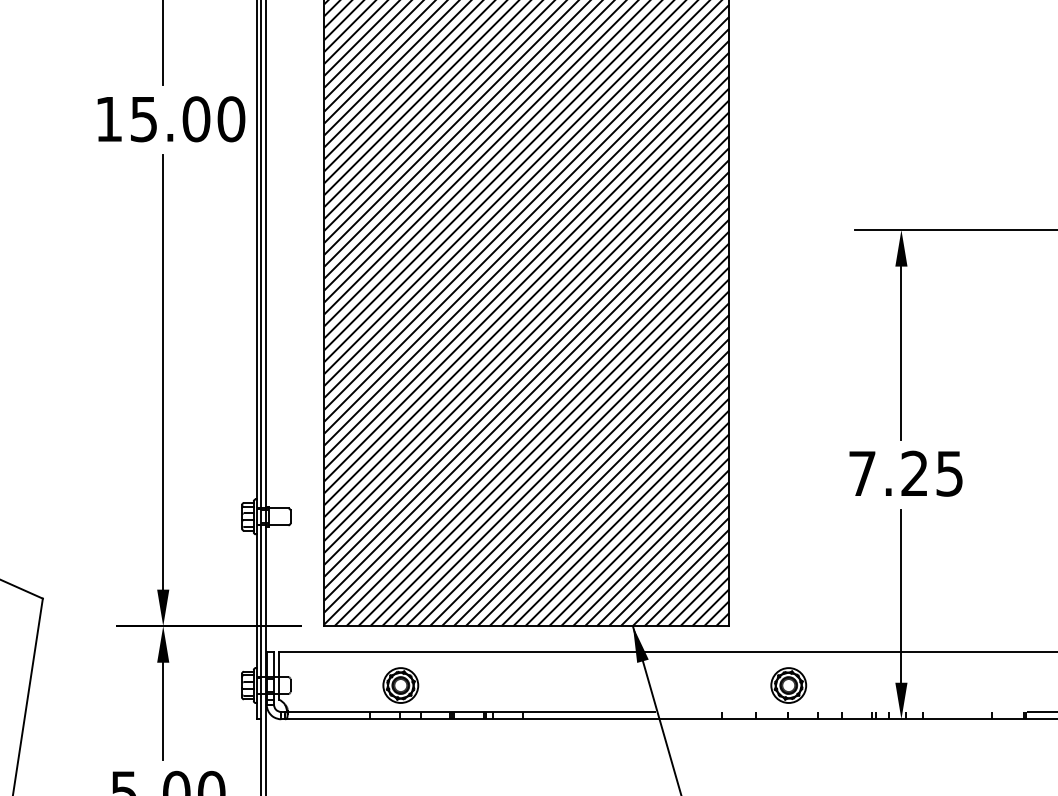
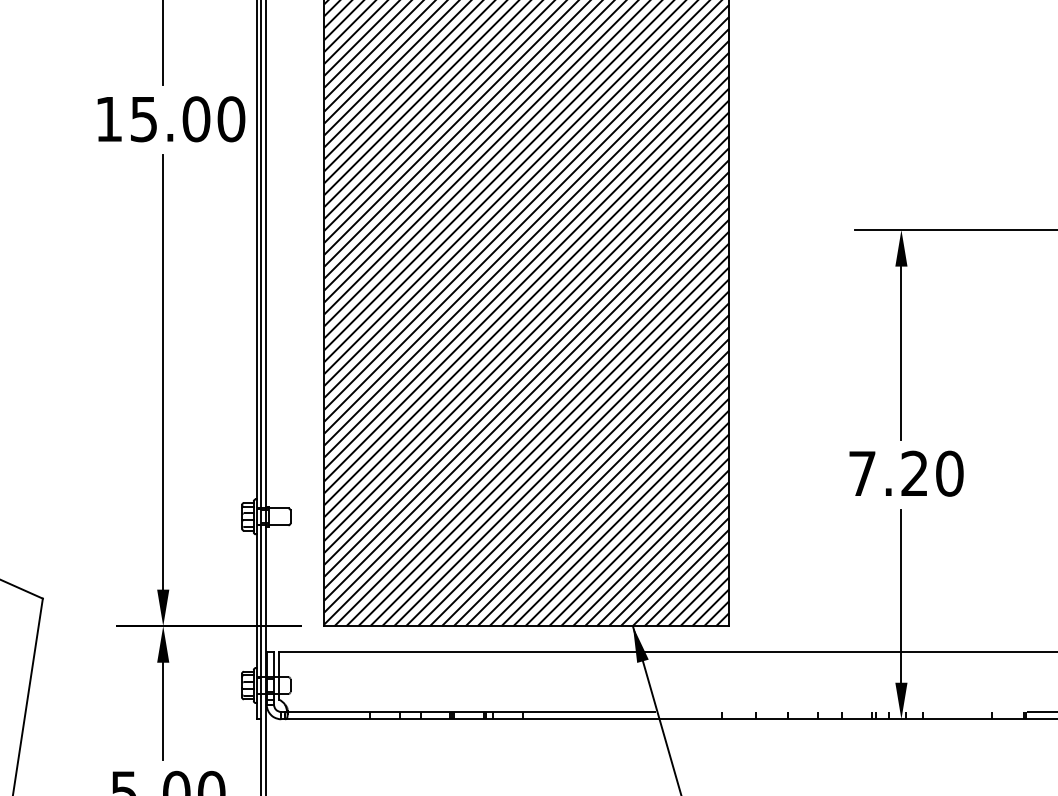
text at (949, 473): 7.25 -> 7.20
part at (400, 685): present -> none
part at (788, 685): present -> none
